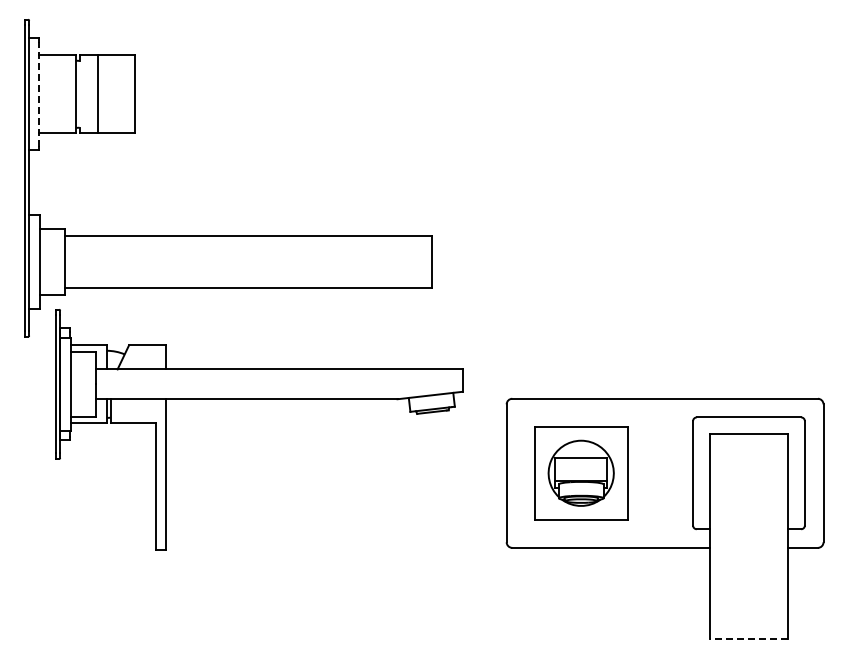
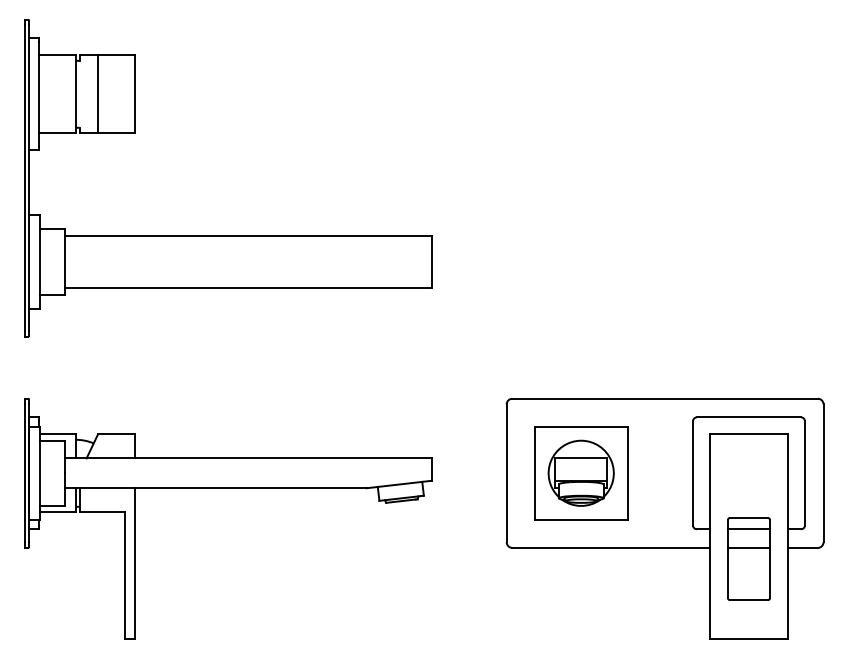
line at (38, 93): dashed -> solid
part at (259, 399) position: (259, 399) -> (228, 488)
part at (748, 558): none -> present
line at (748, 639): dashed -> solid
